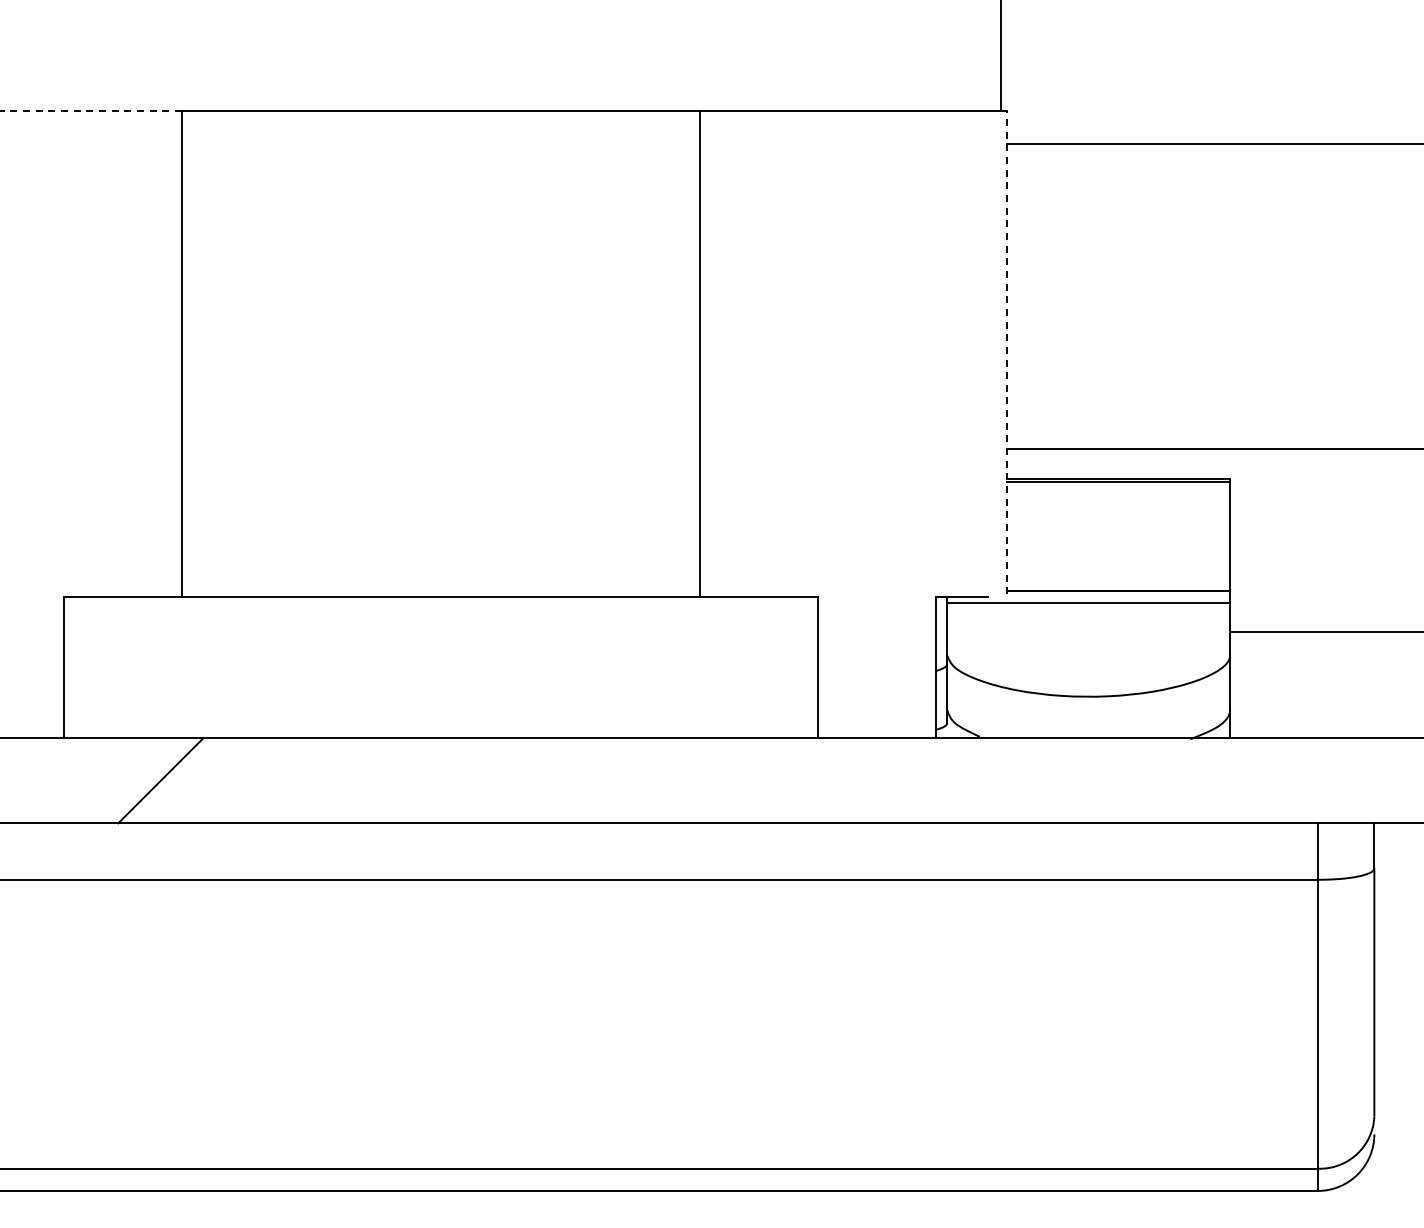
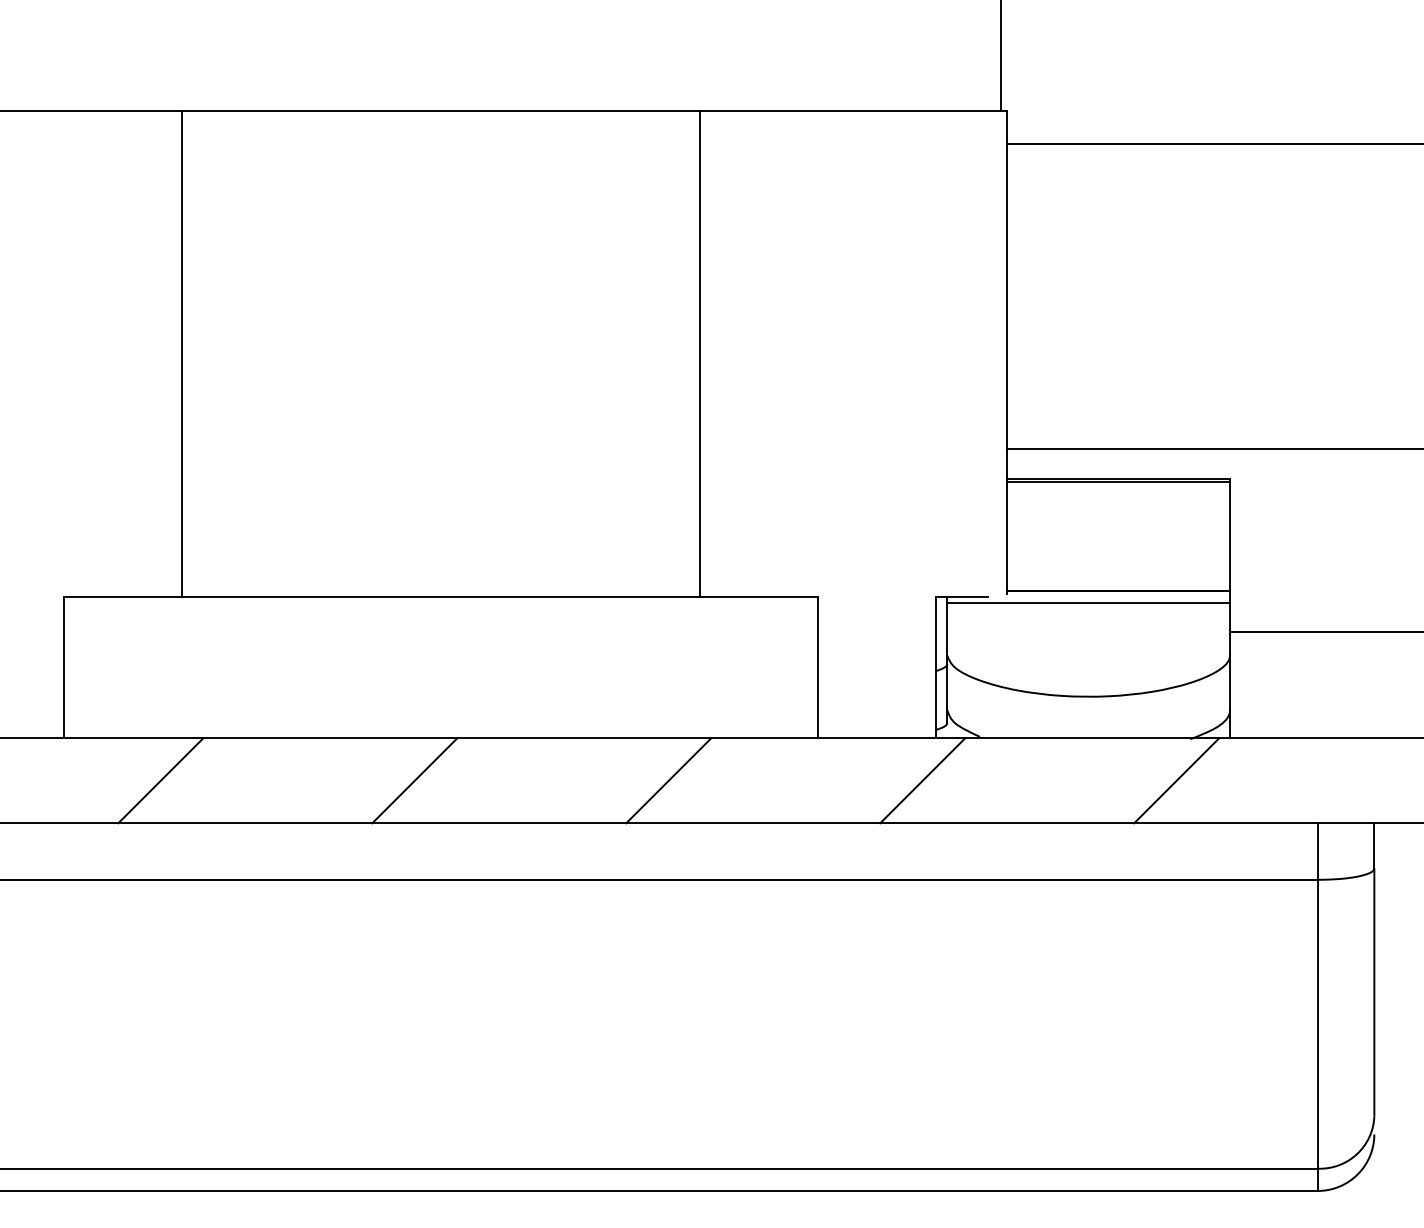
line at (91, 110): dashed -> solid
line at (1006, 352): dashed -> solid
line at (414, 780): none -> present
line at (668, 780): none -> present
line at (922, 780): none -> present
line at (1176, 780): none -> present
